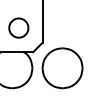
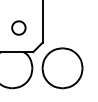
part at (18, 27) size: 22x22 px -> 16x16 px
